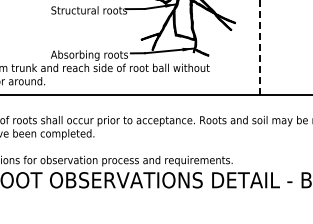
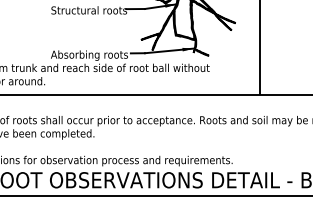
line at (260, 47): dashed -> solid
line at (155, 196): none -> present
